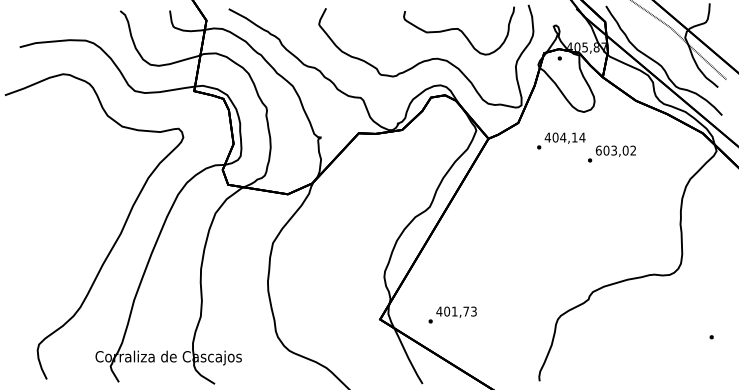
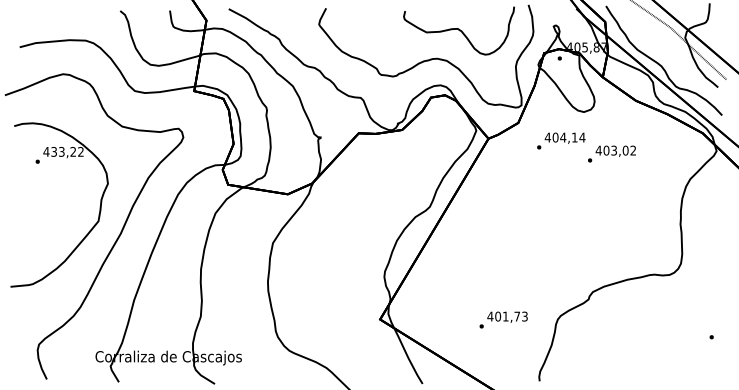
text at (598, 150): 603,02 -> 403,02
part at (88, 231): none -> present
text at (452, 314) position: (452, 314) -> (503, 319)
